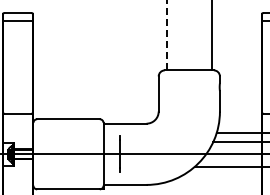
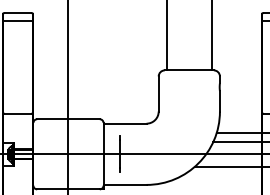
line at (166, 35): dashed -> solid
line at (68, 96): none -> present
